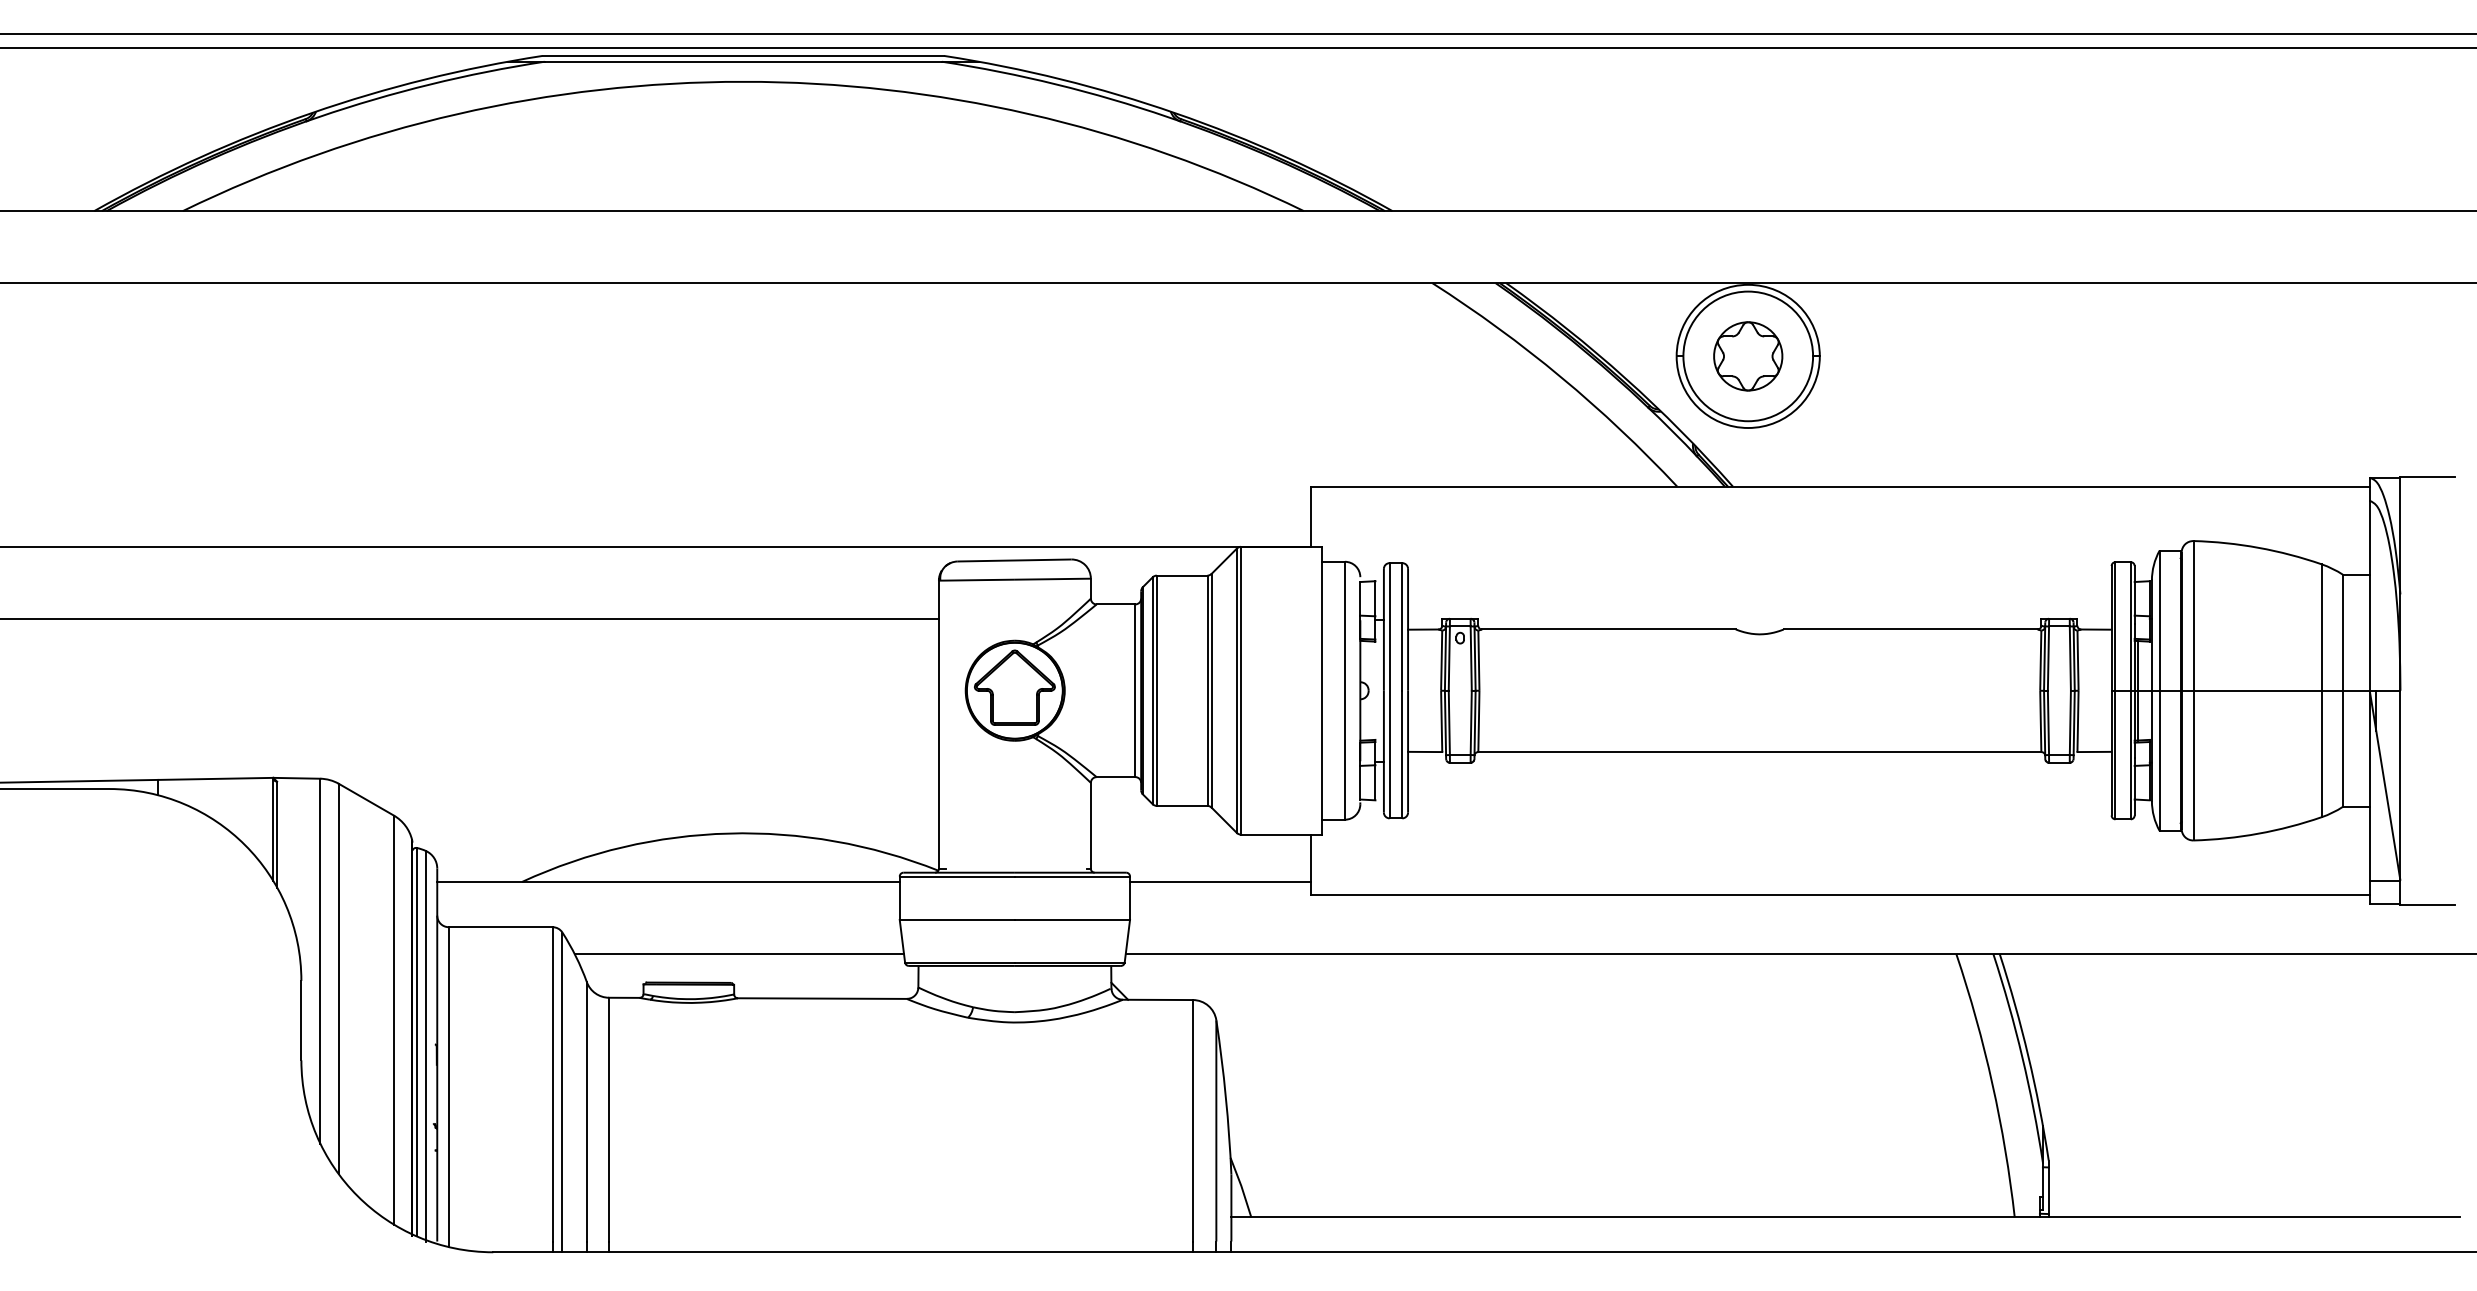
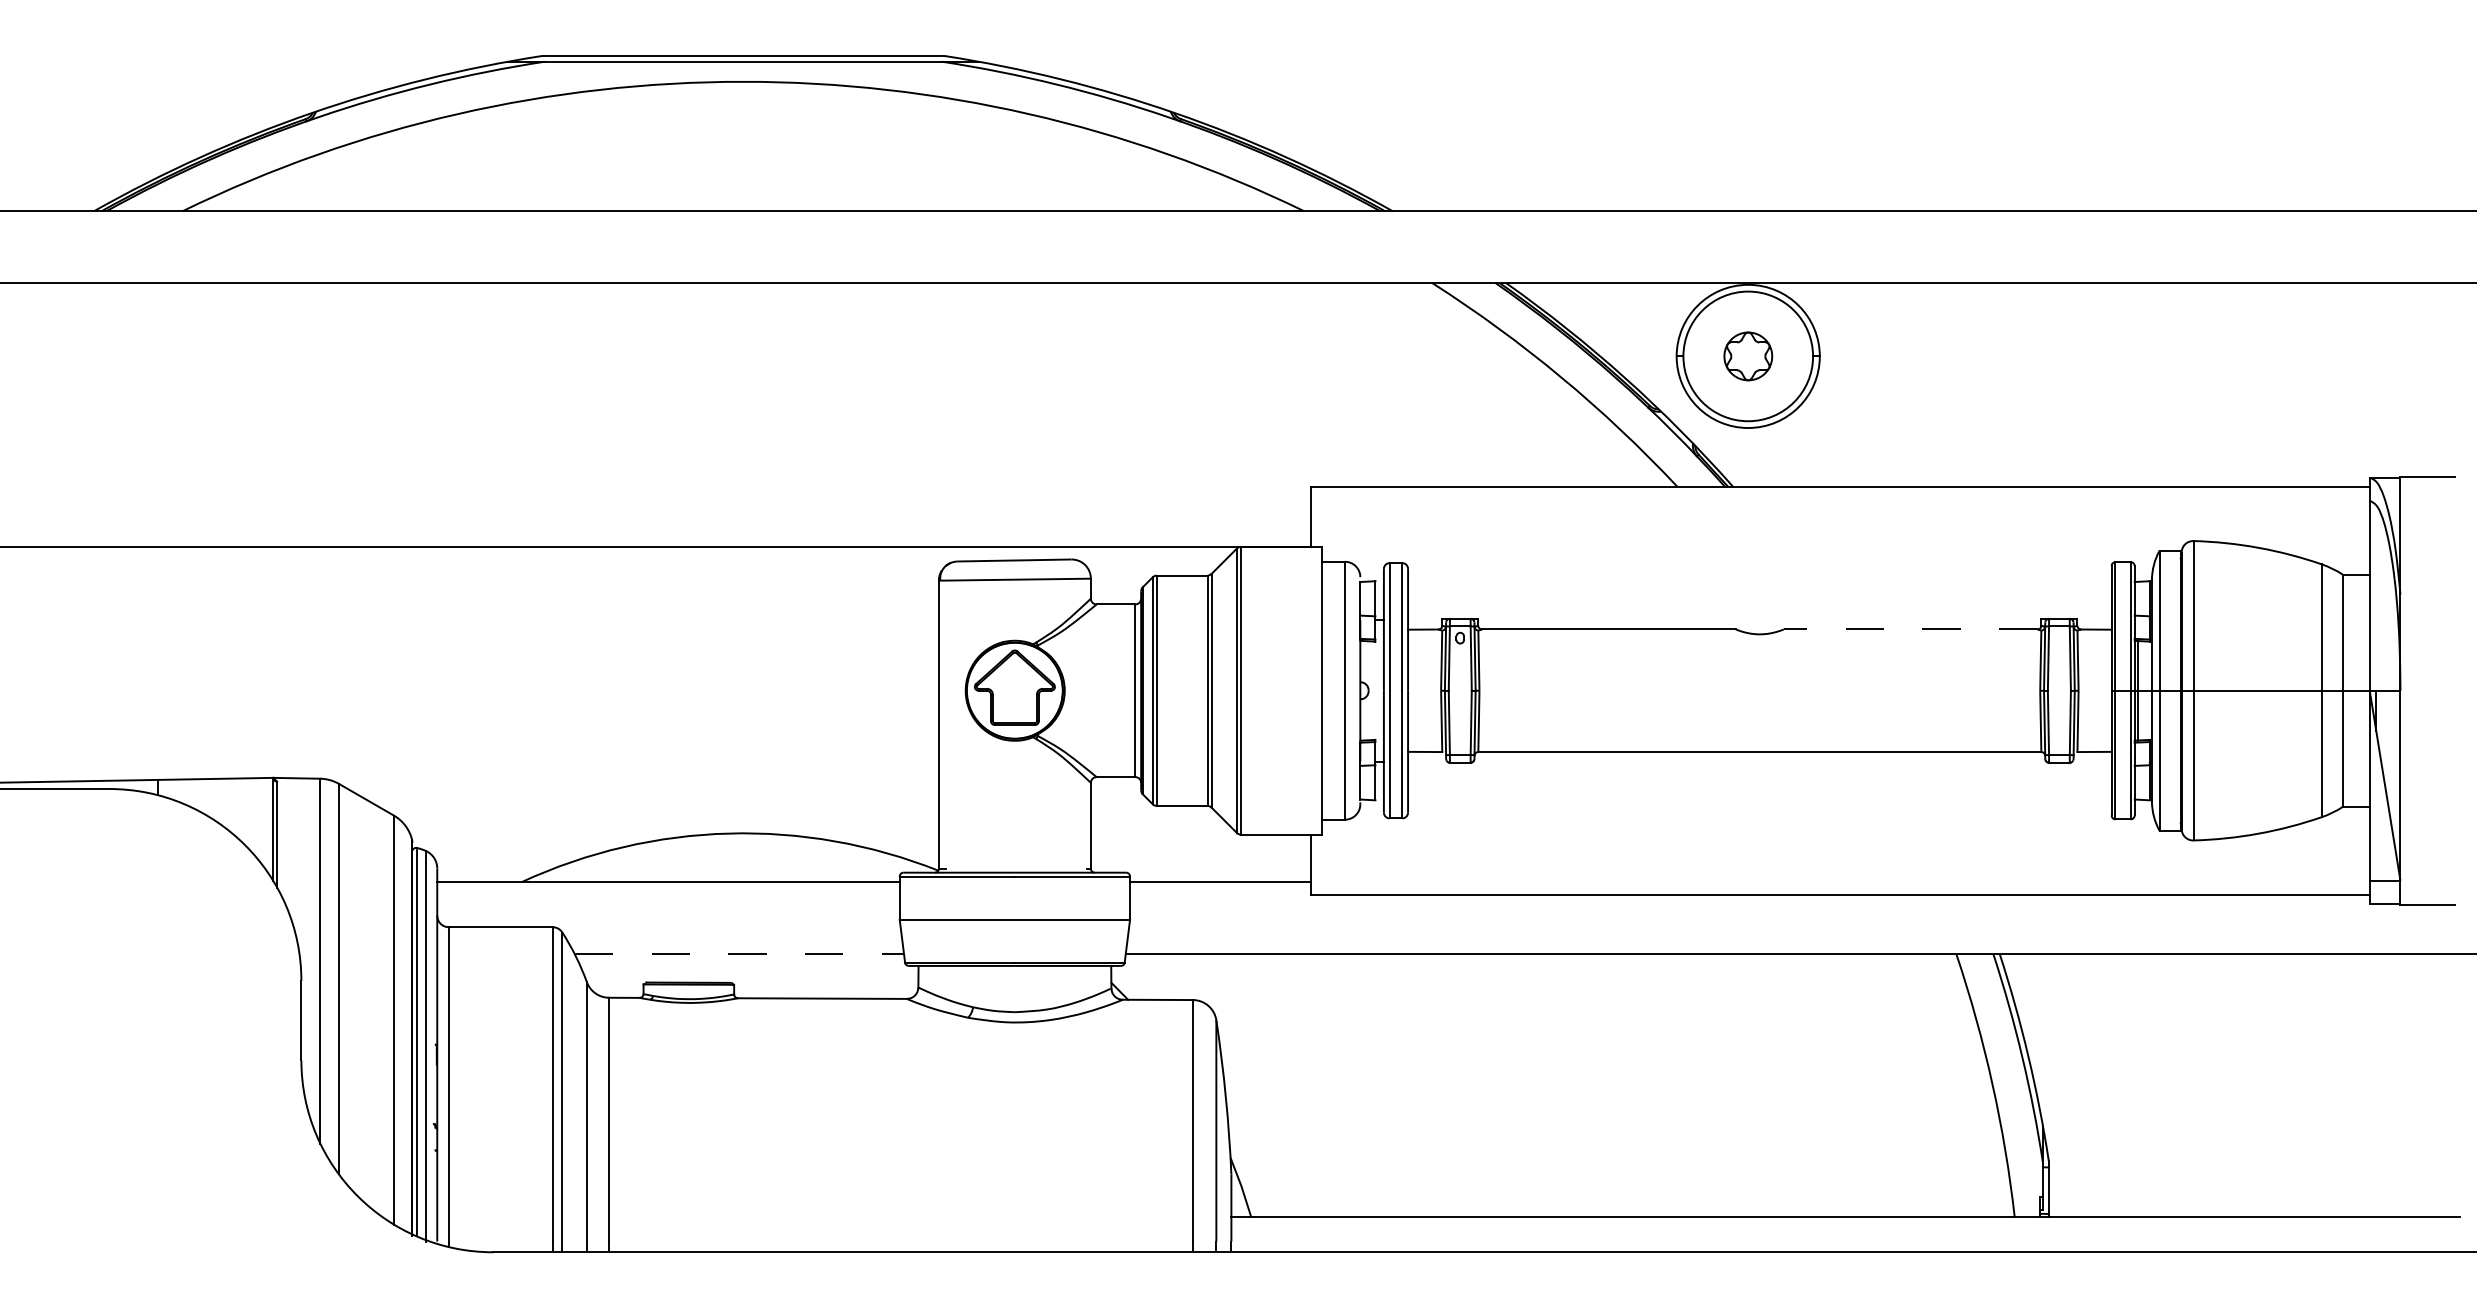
line at (1237, 33): present -> none
line at (1237, 48): present -> none
part at (1748, 356) size: 71x71 px -> 51x51 px
line at (470, 618): present -> none
line at (1910, 629): solid -> dashed
line at (739, 954): solid -> dashed
